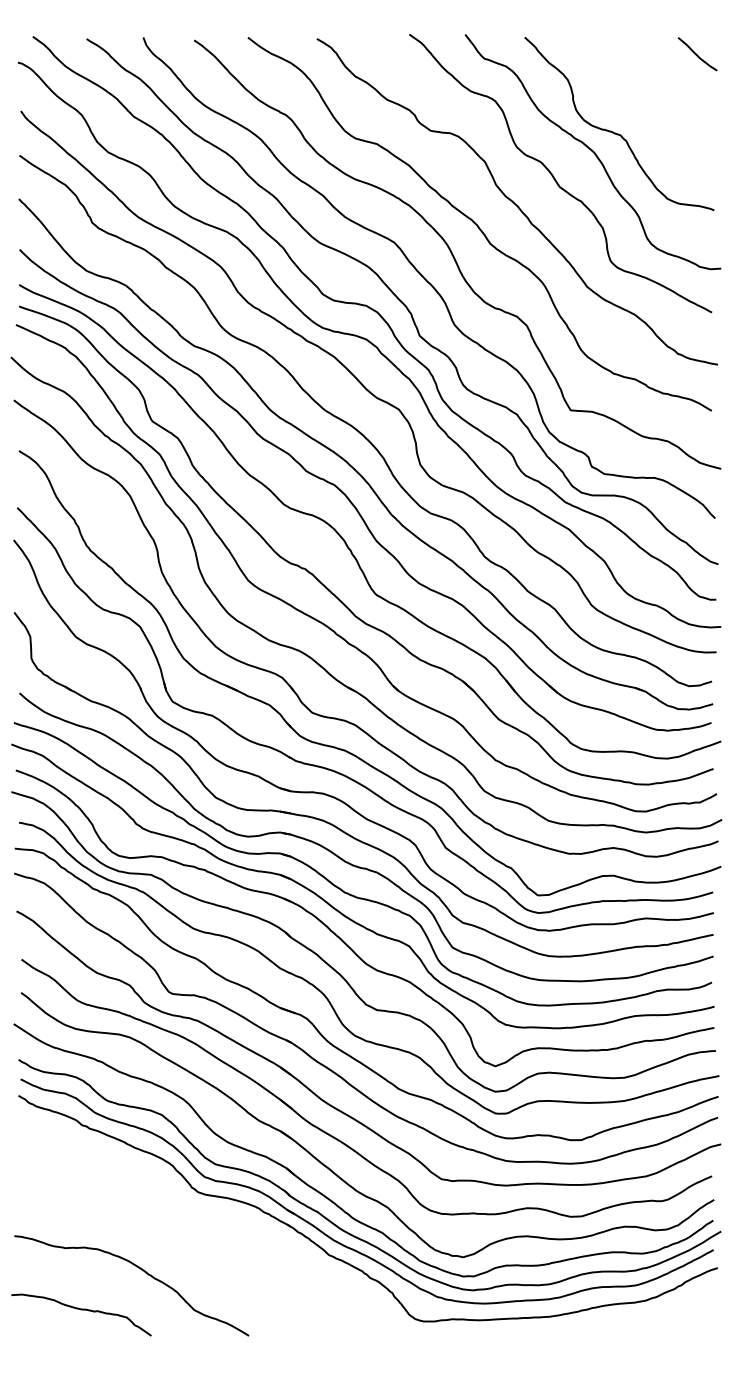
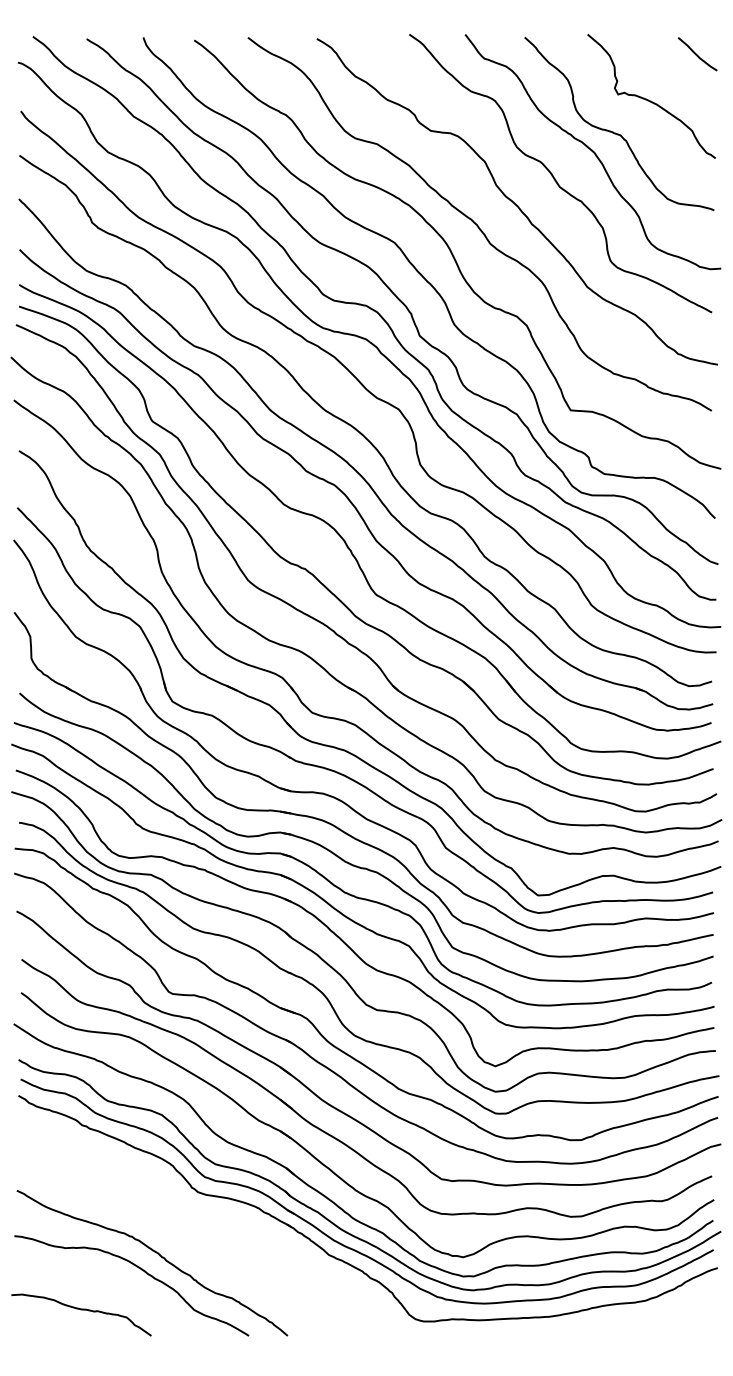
curve at (650, 100): none -> present
curve at (159, 1256): none -> present
